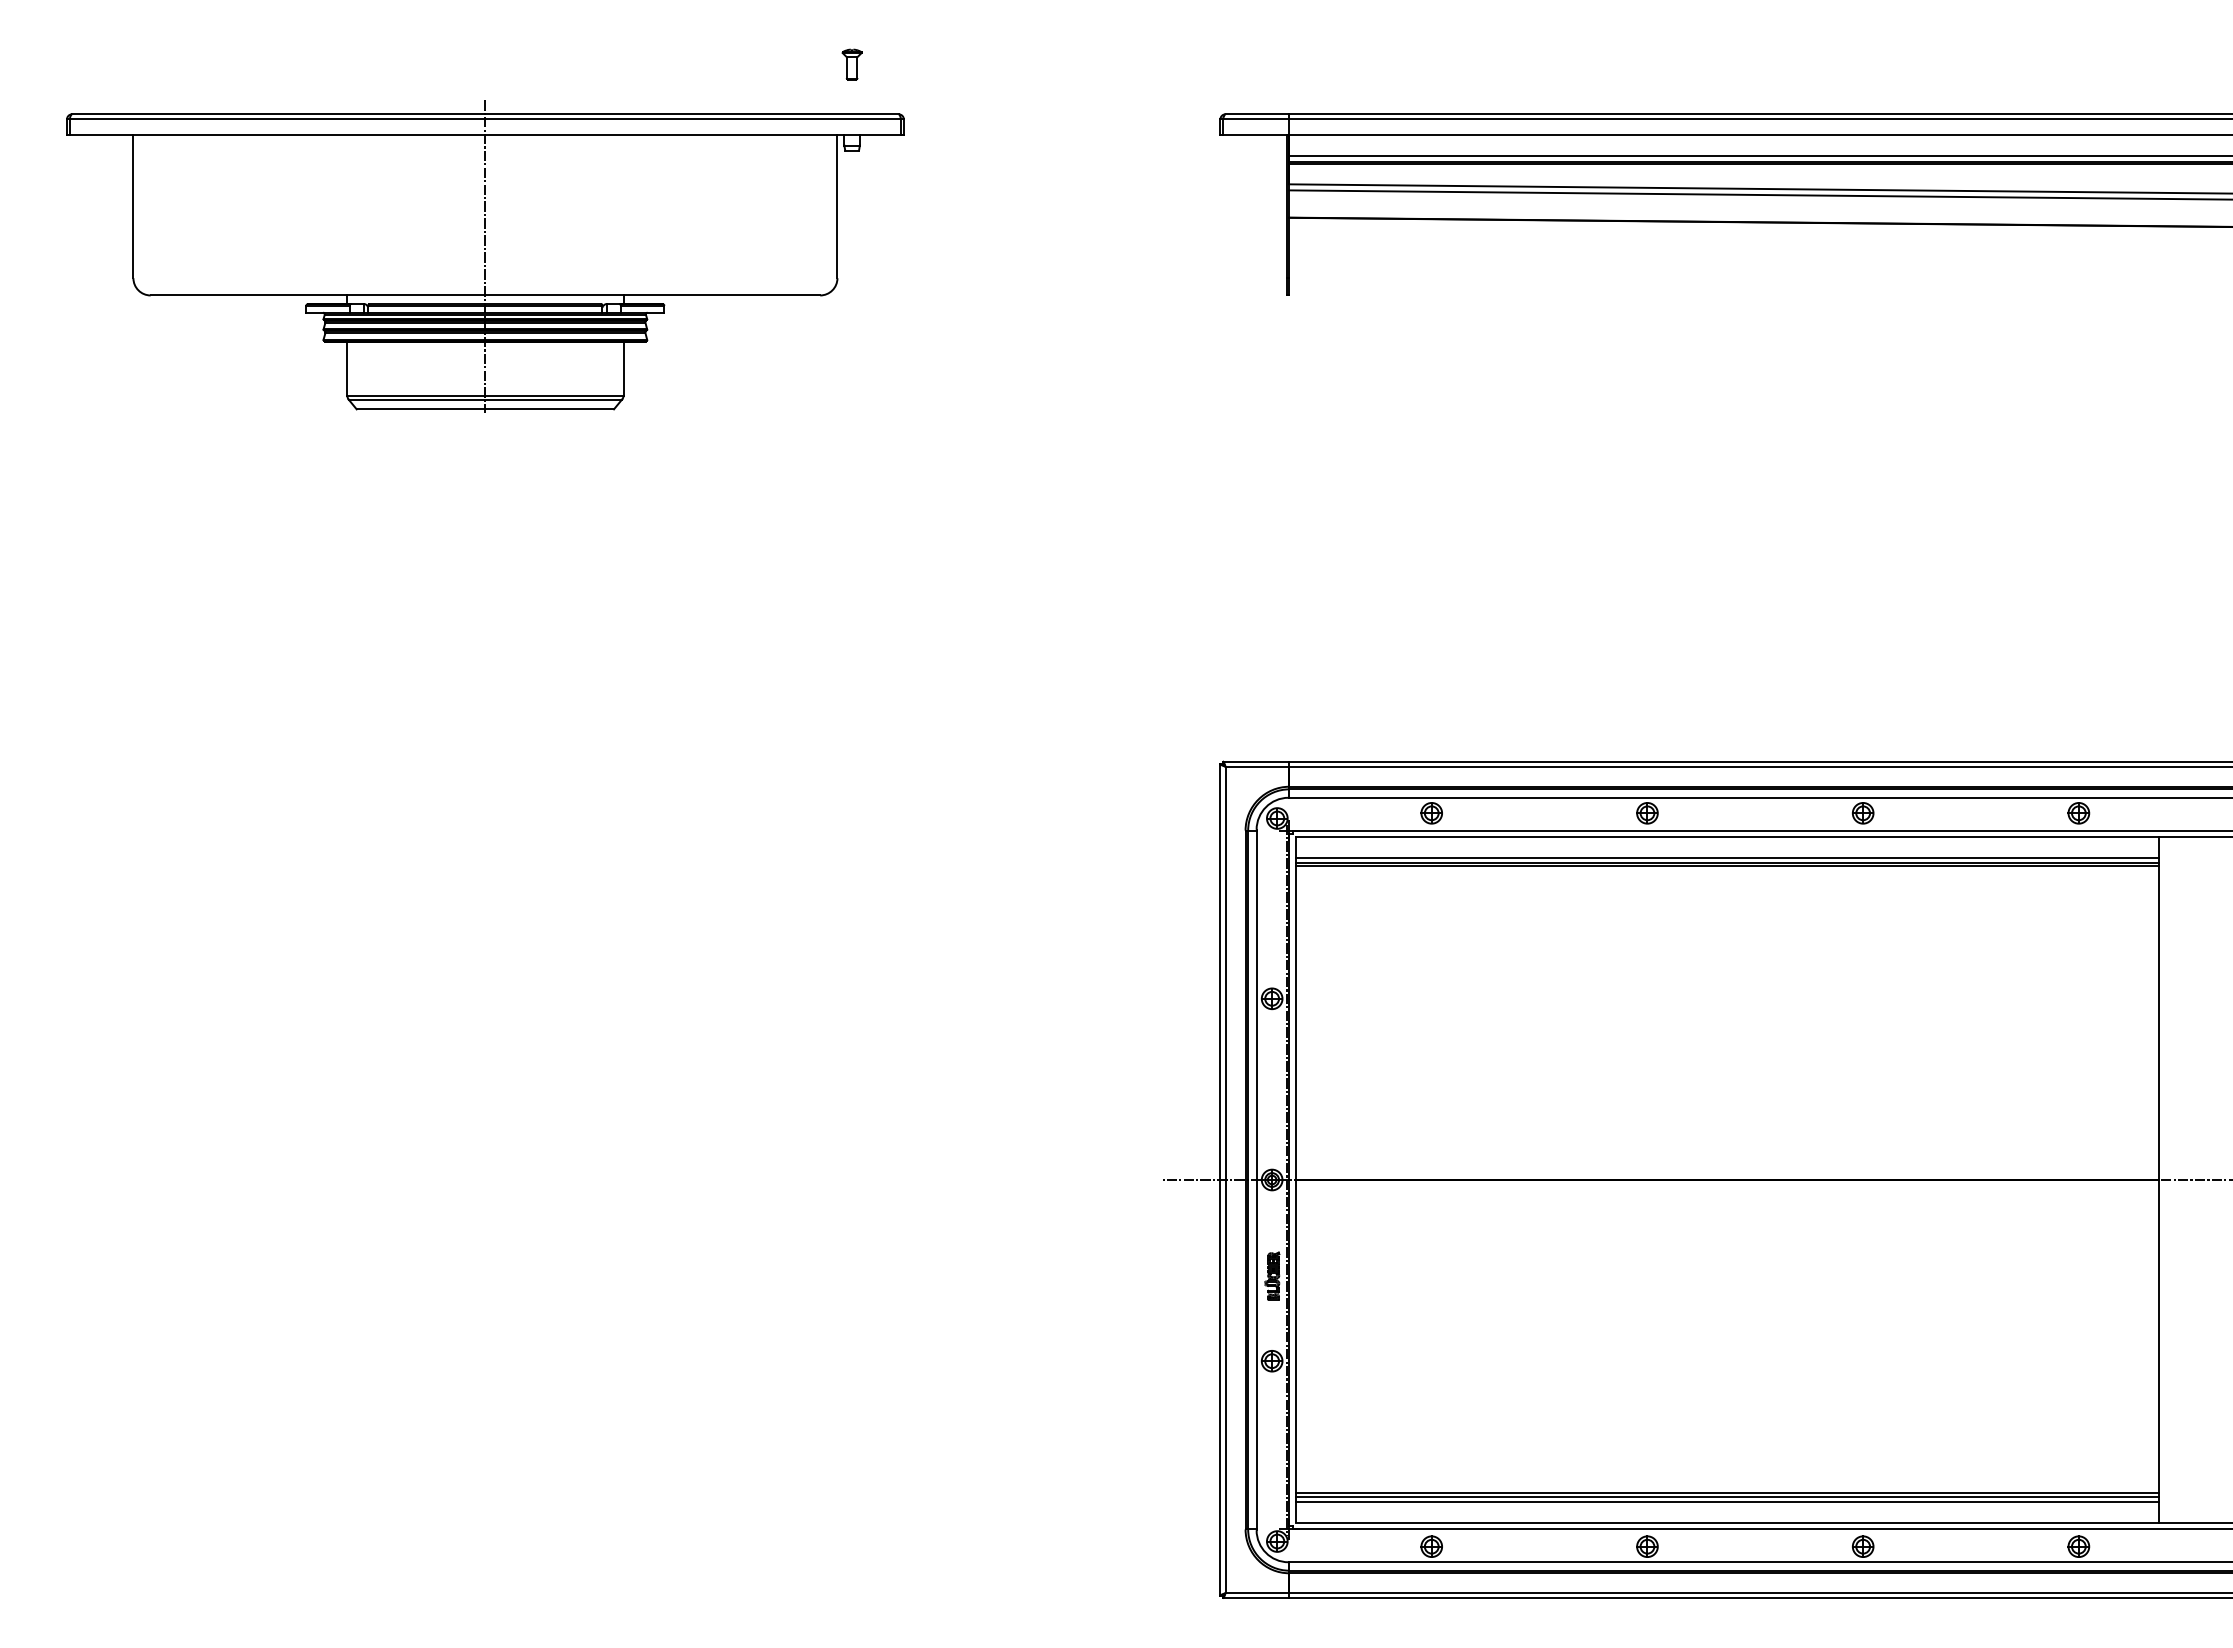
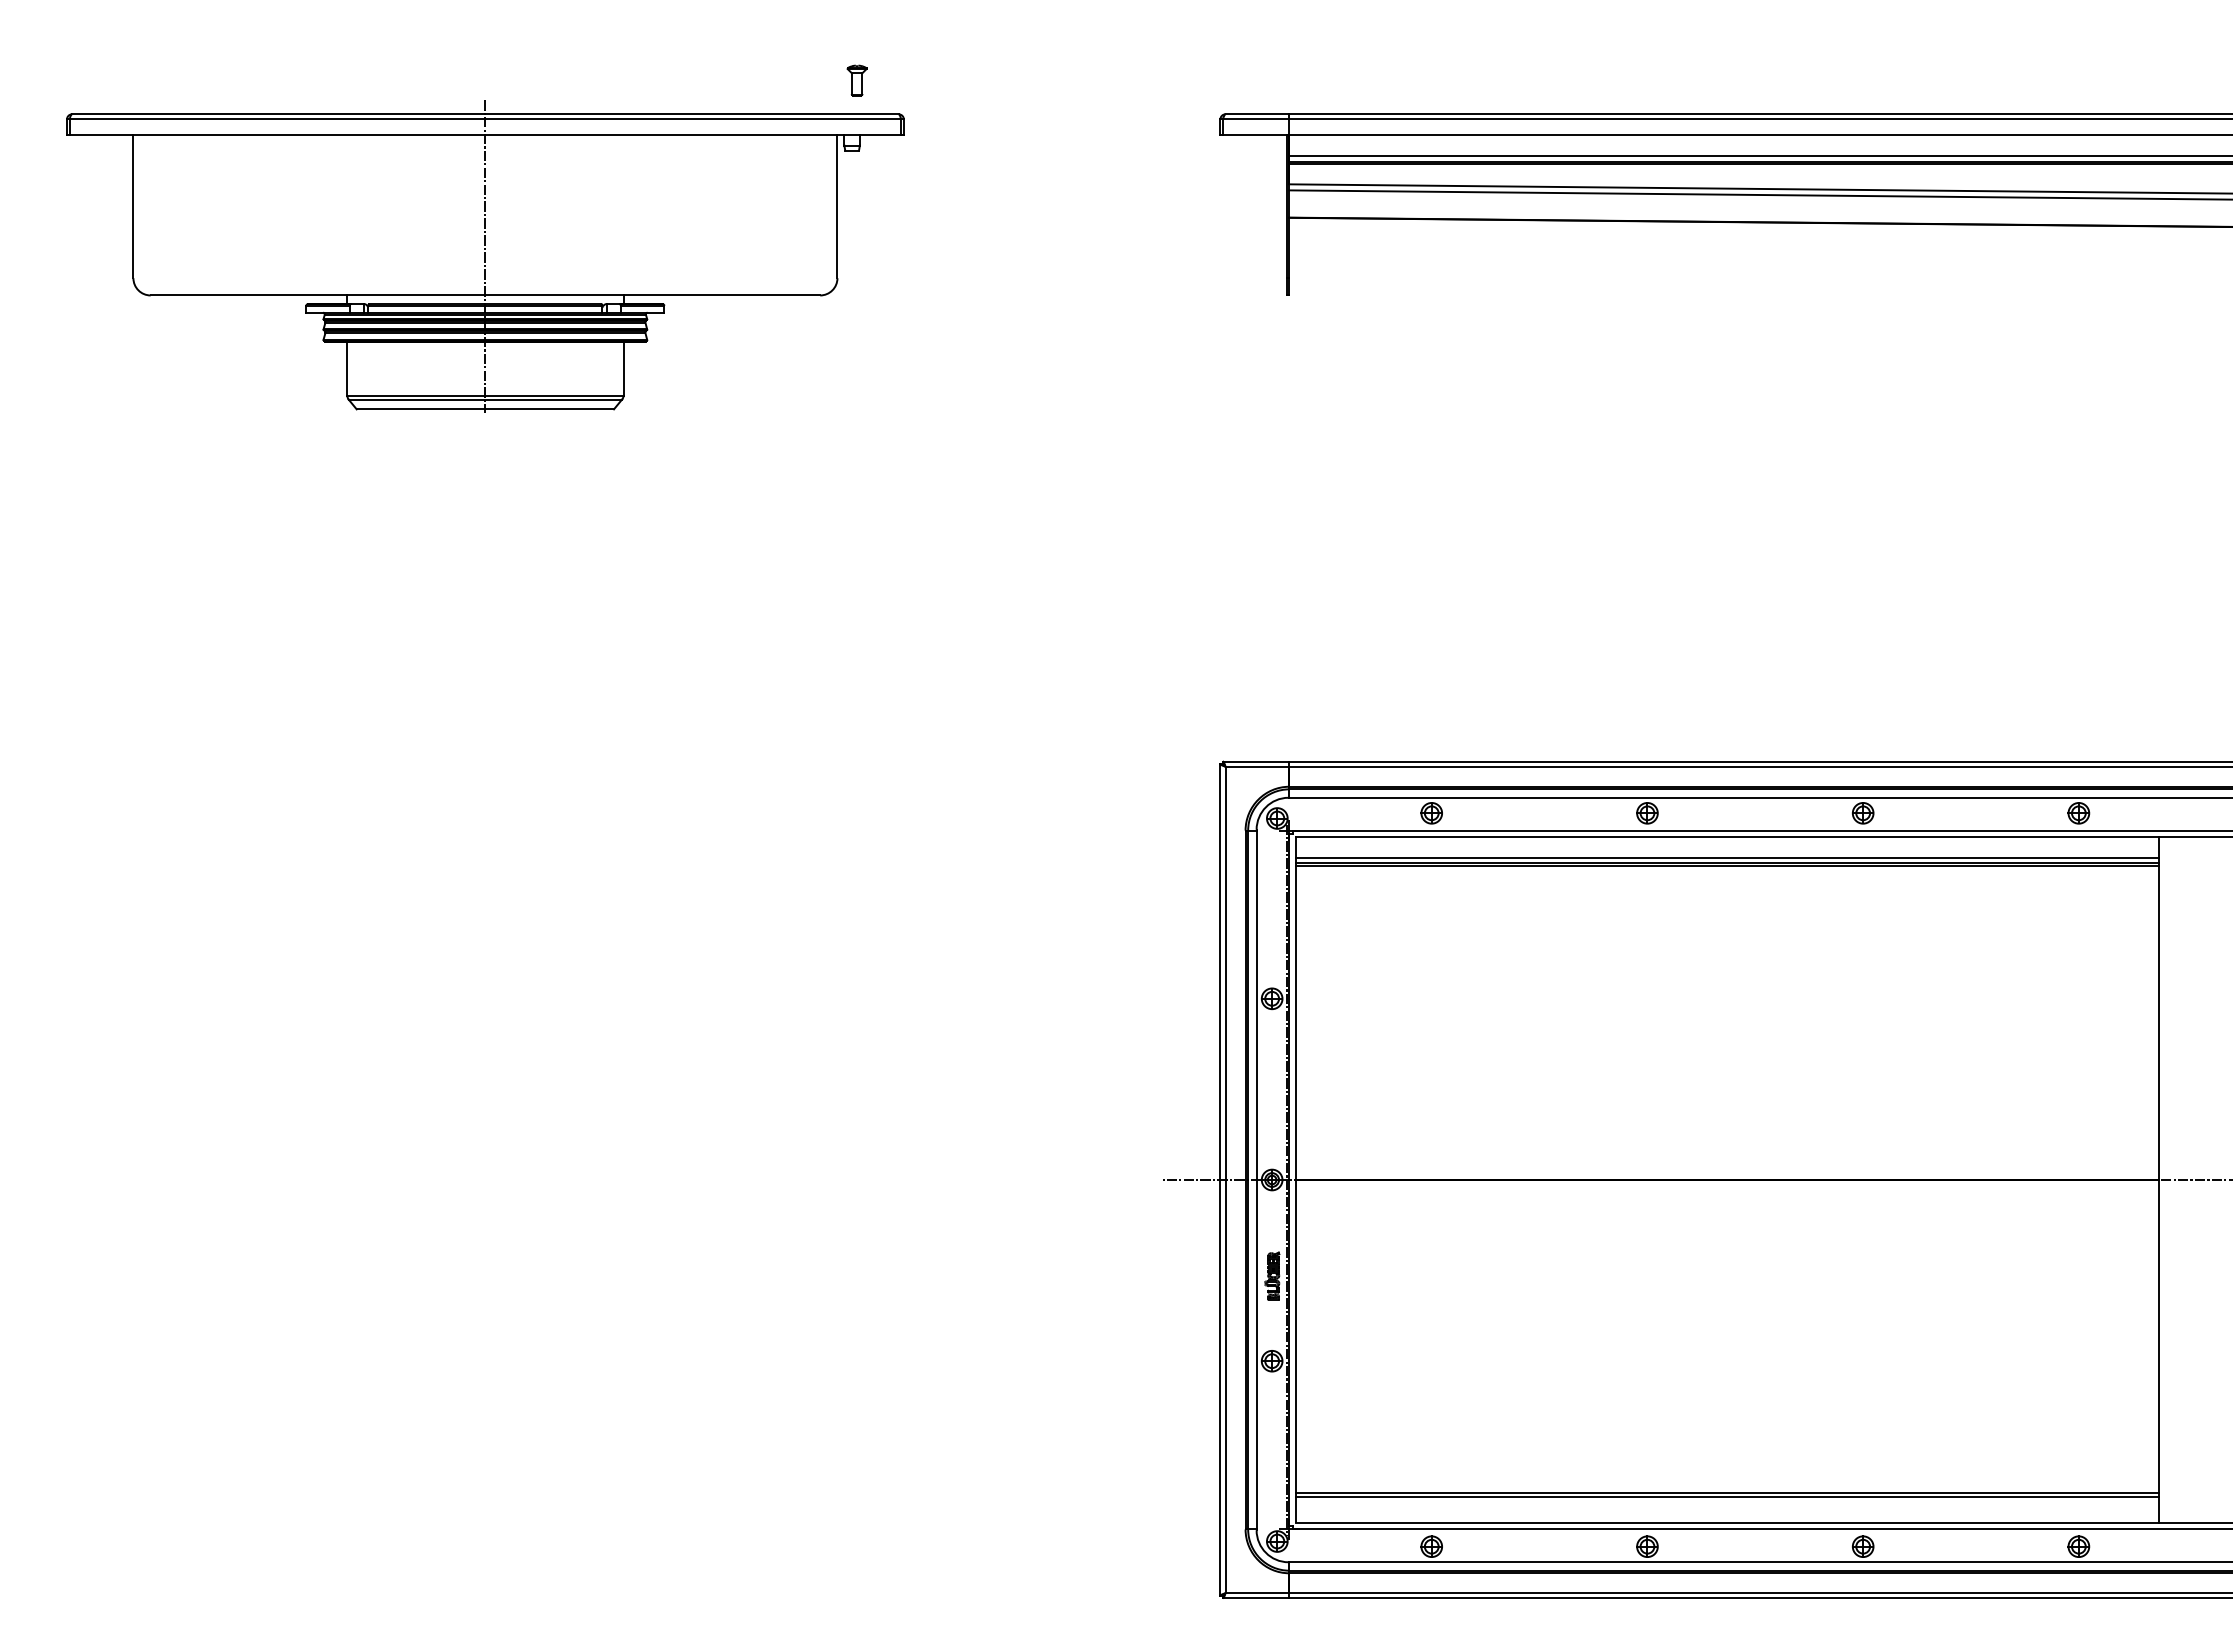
part at (851, 64) position: (851, 64) -> (856, 80)
line at (1727, 1501): present -> none
